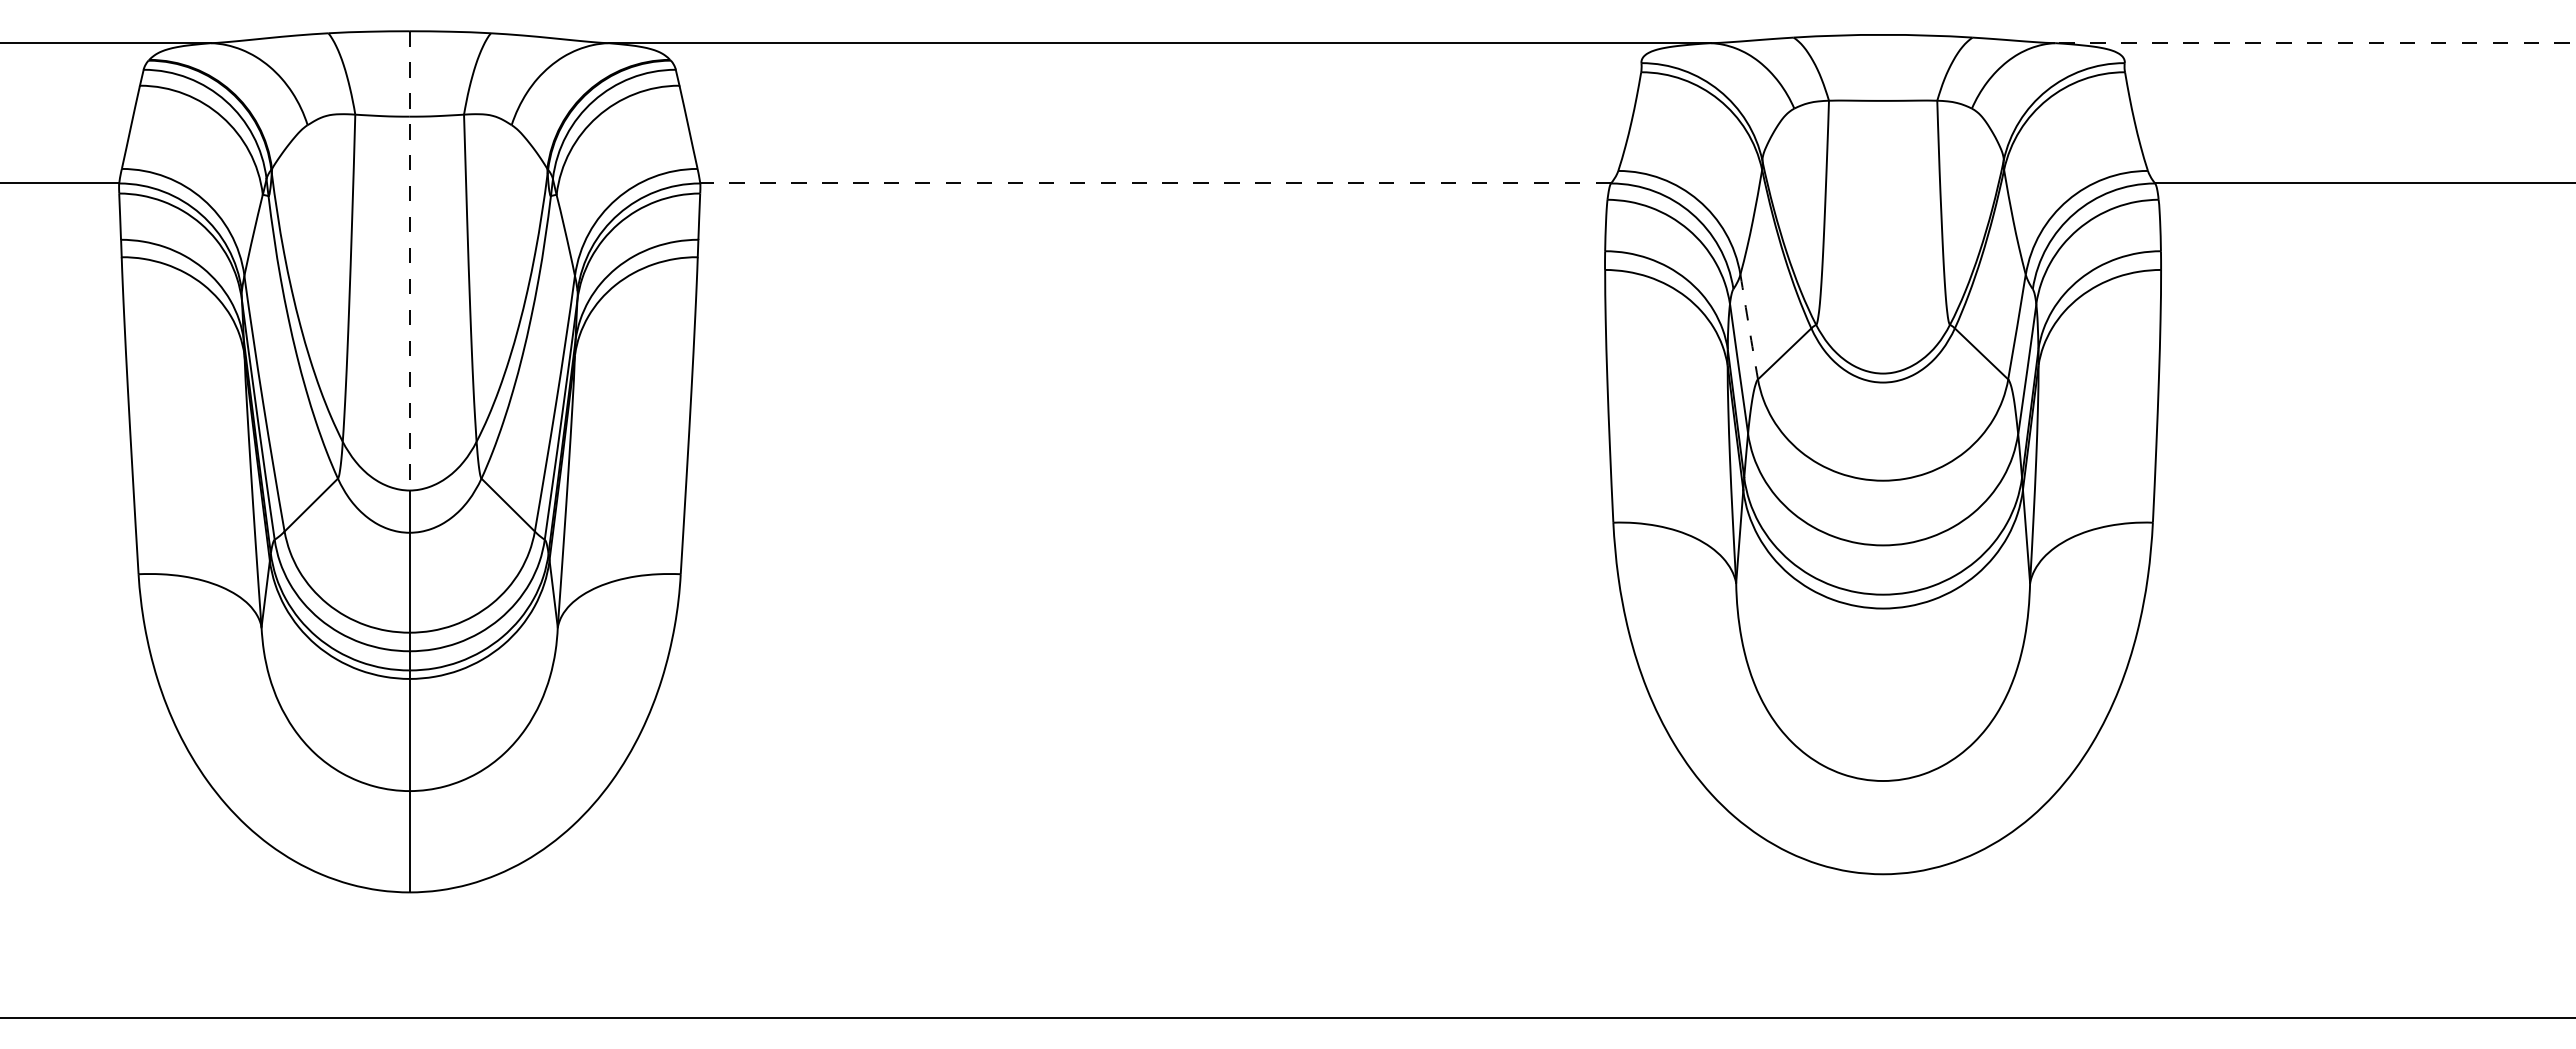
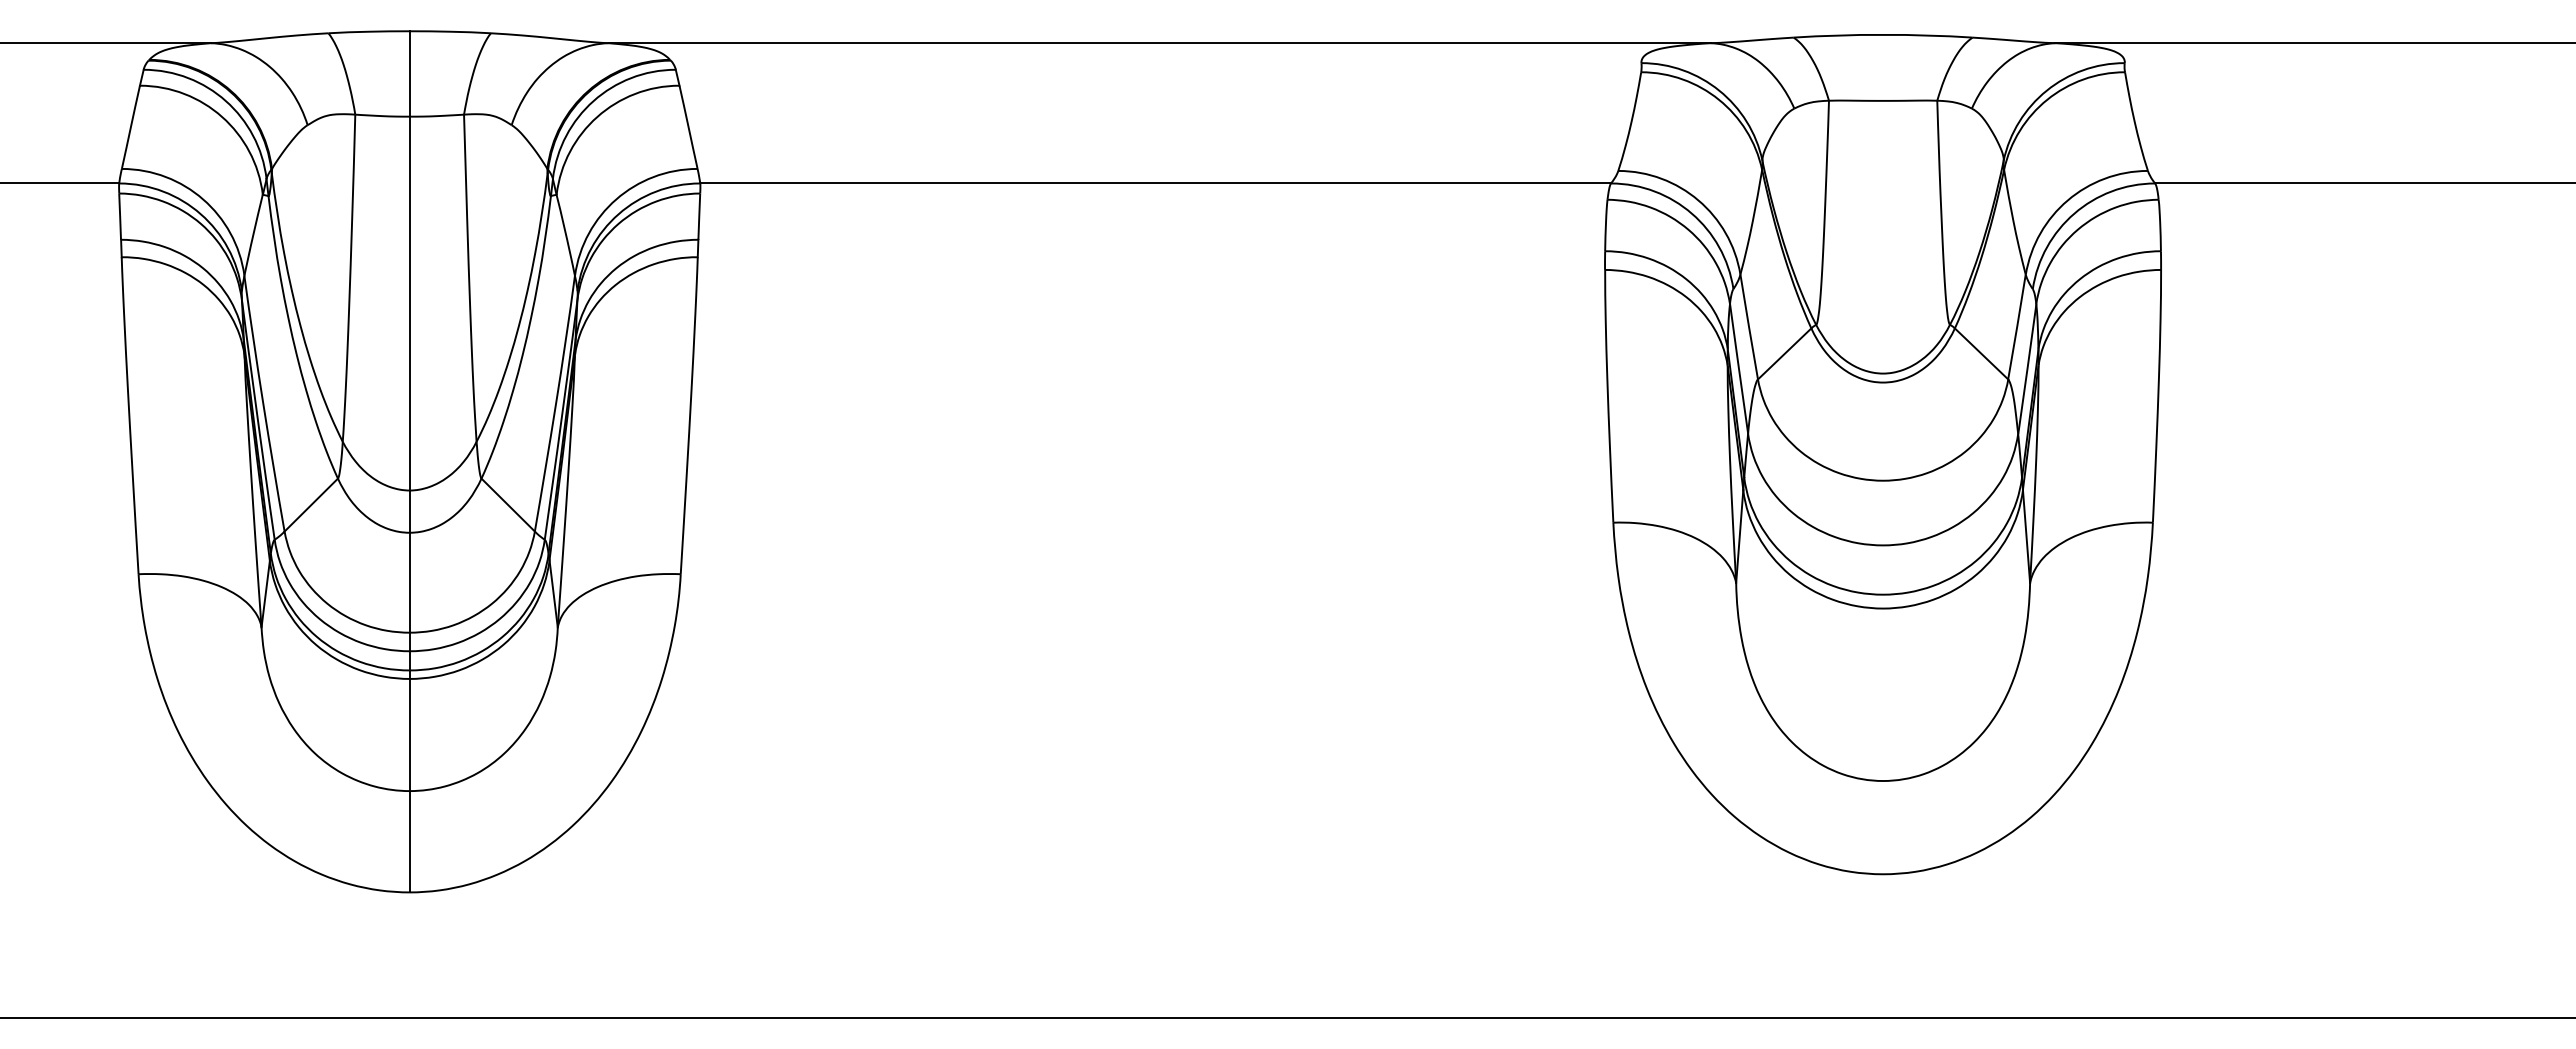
line at (2315, 43): dashed -> solid
line at (1155, 183): dashed -> solid
line at (409, 260): dashed -> solid
arc at (1749, 327): dashed -> solid
